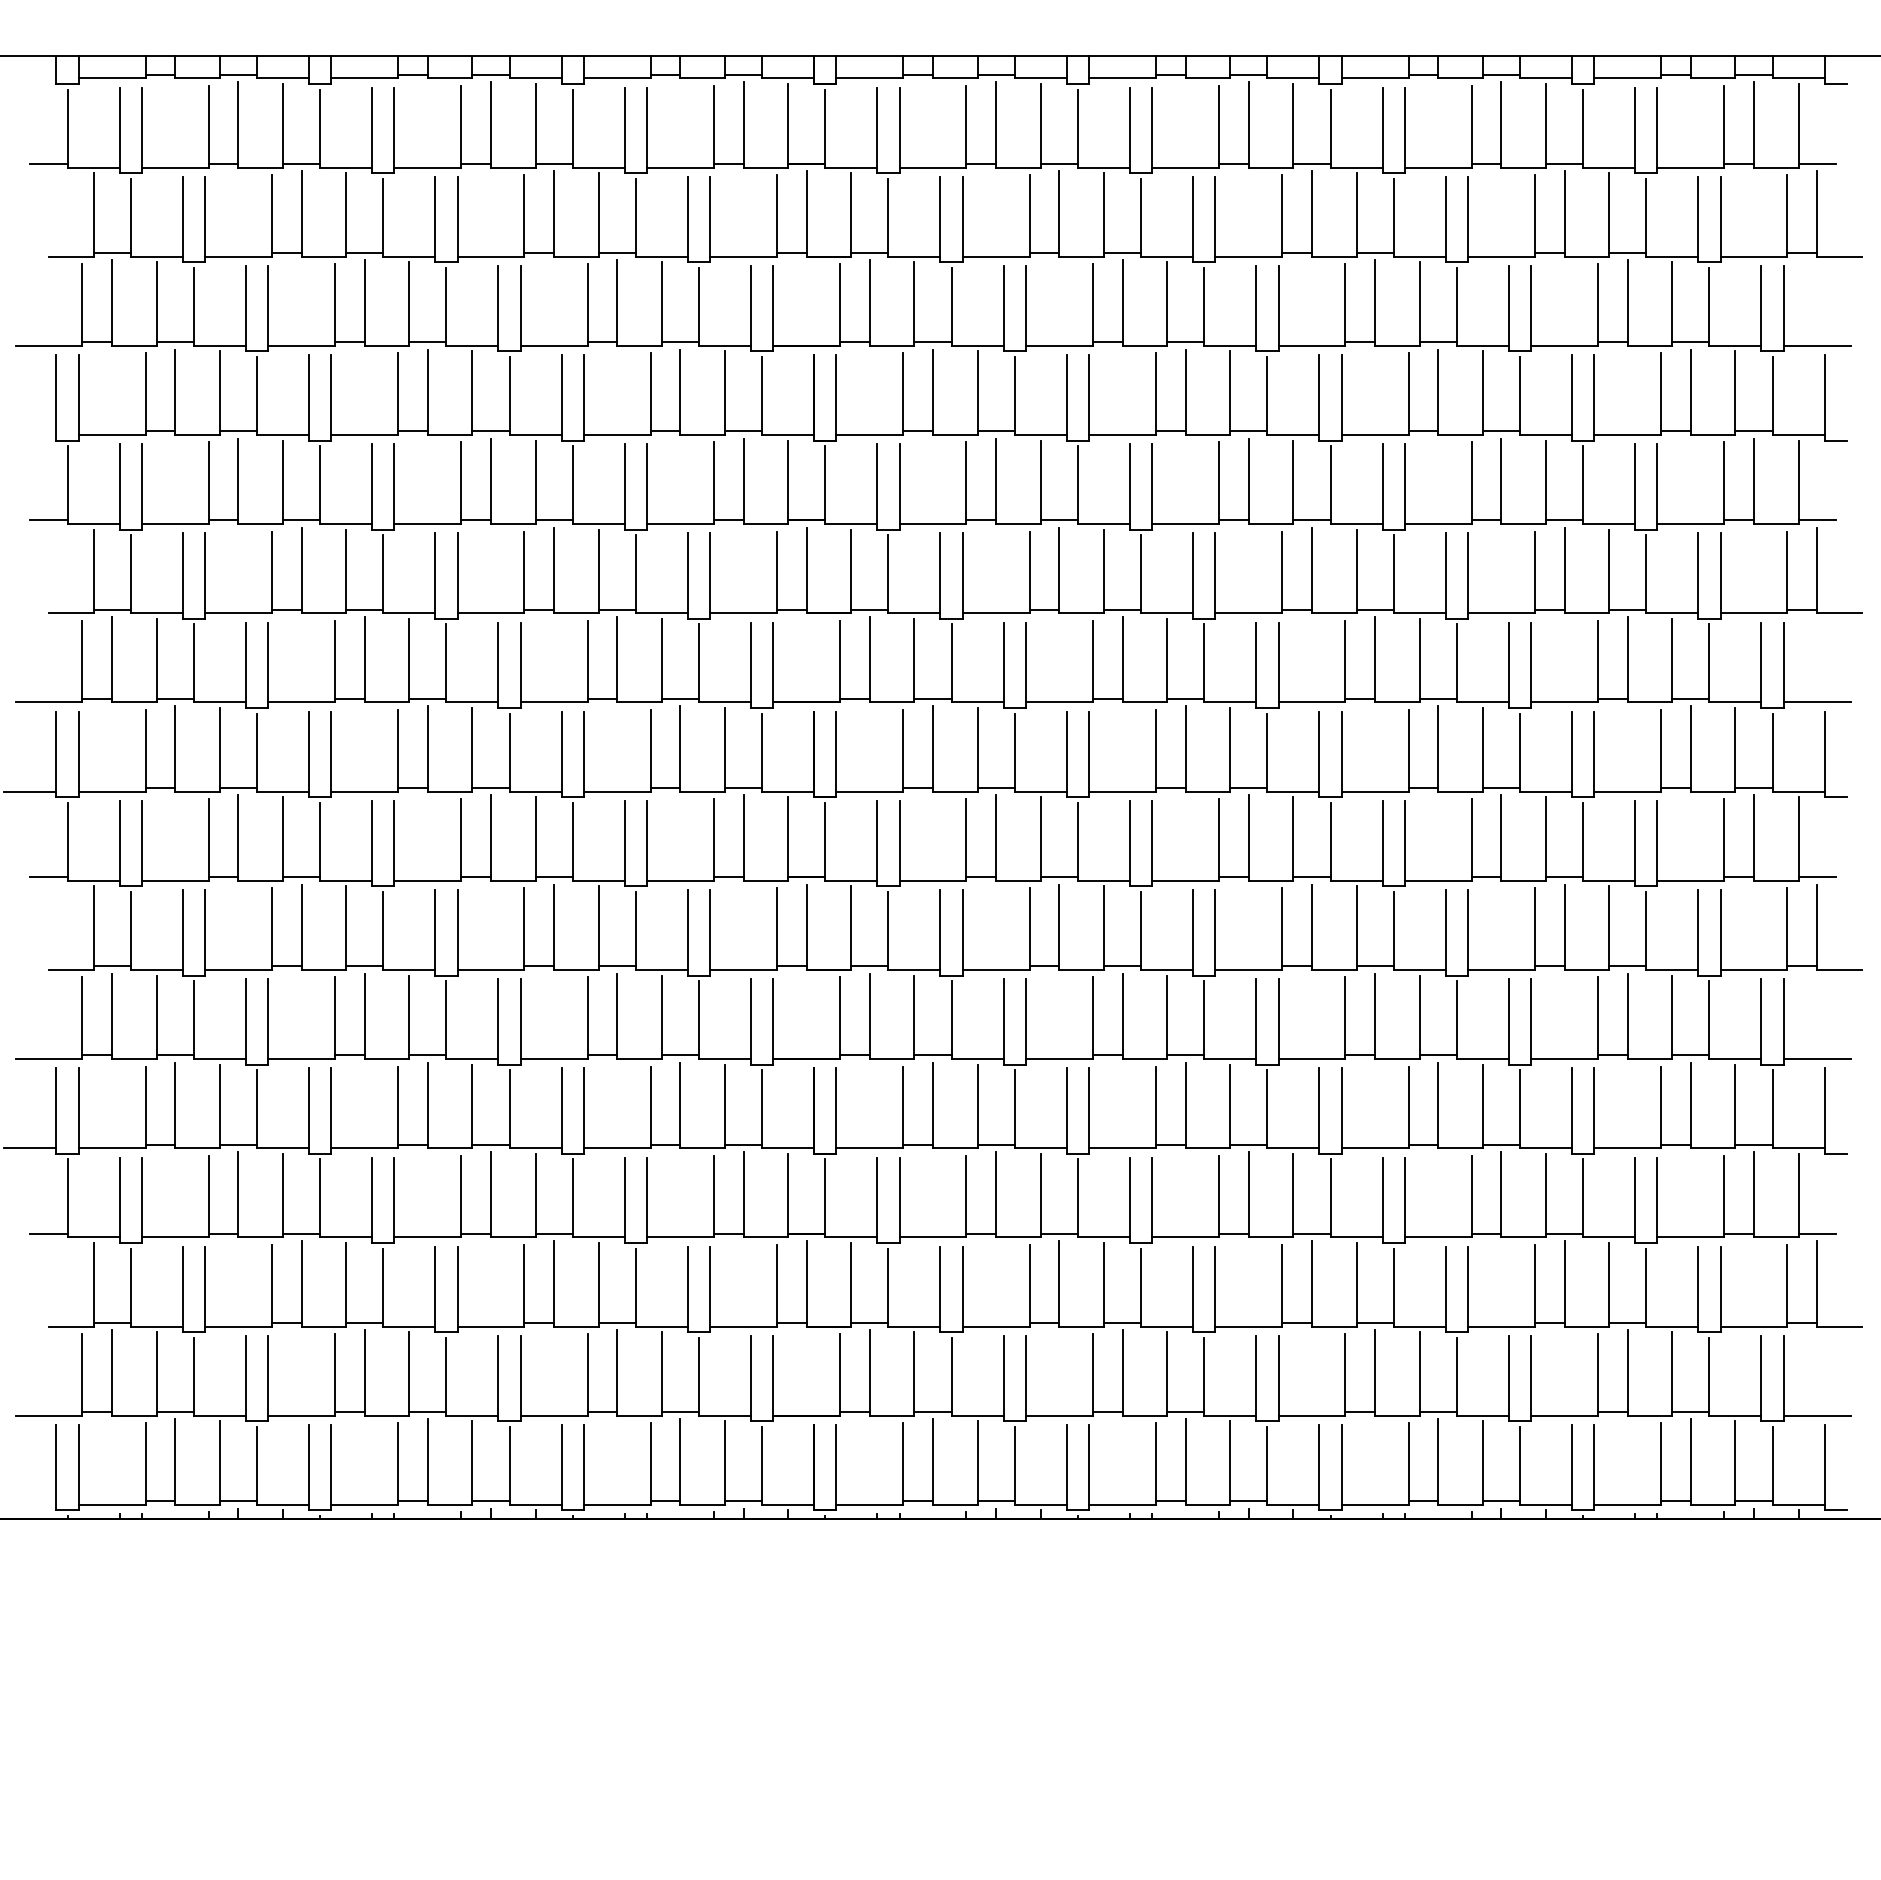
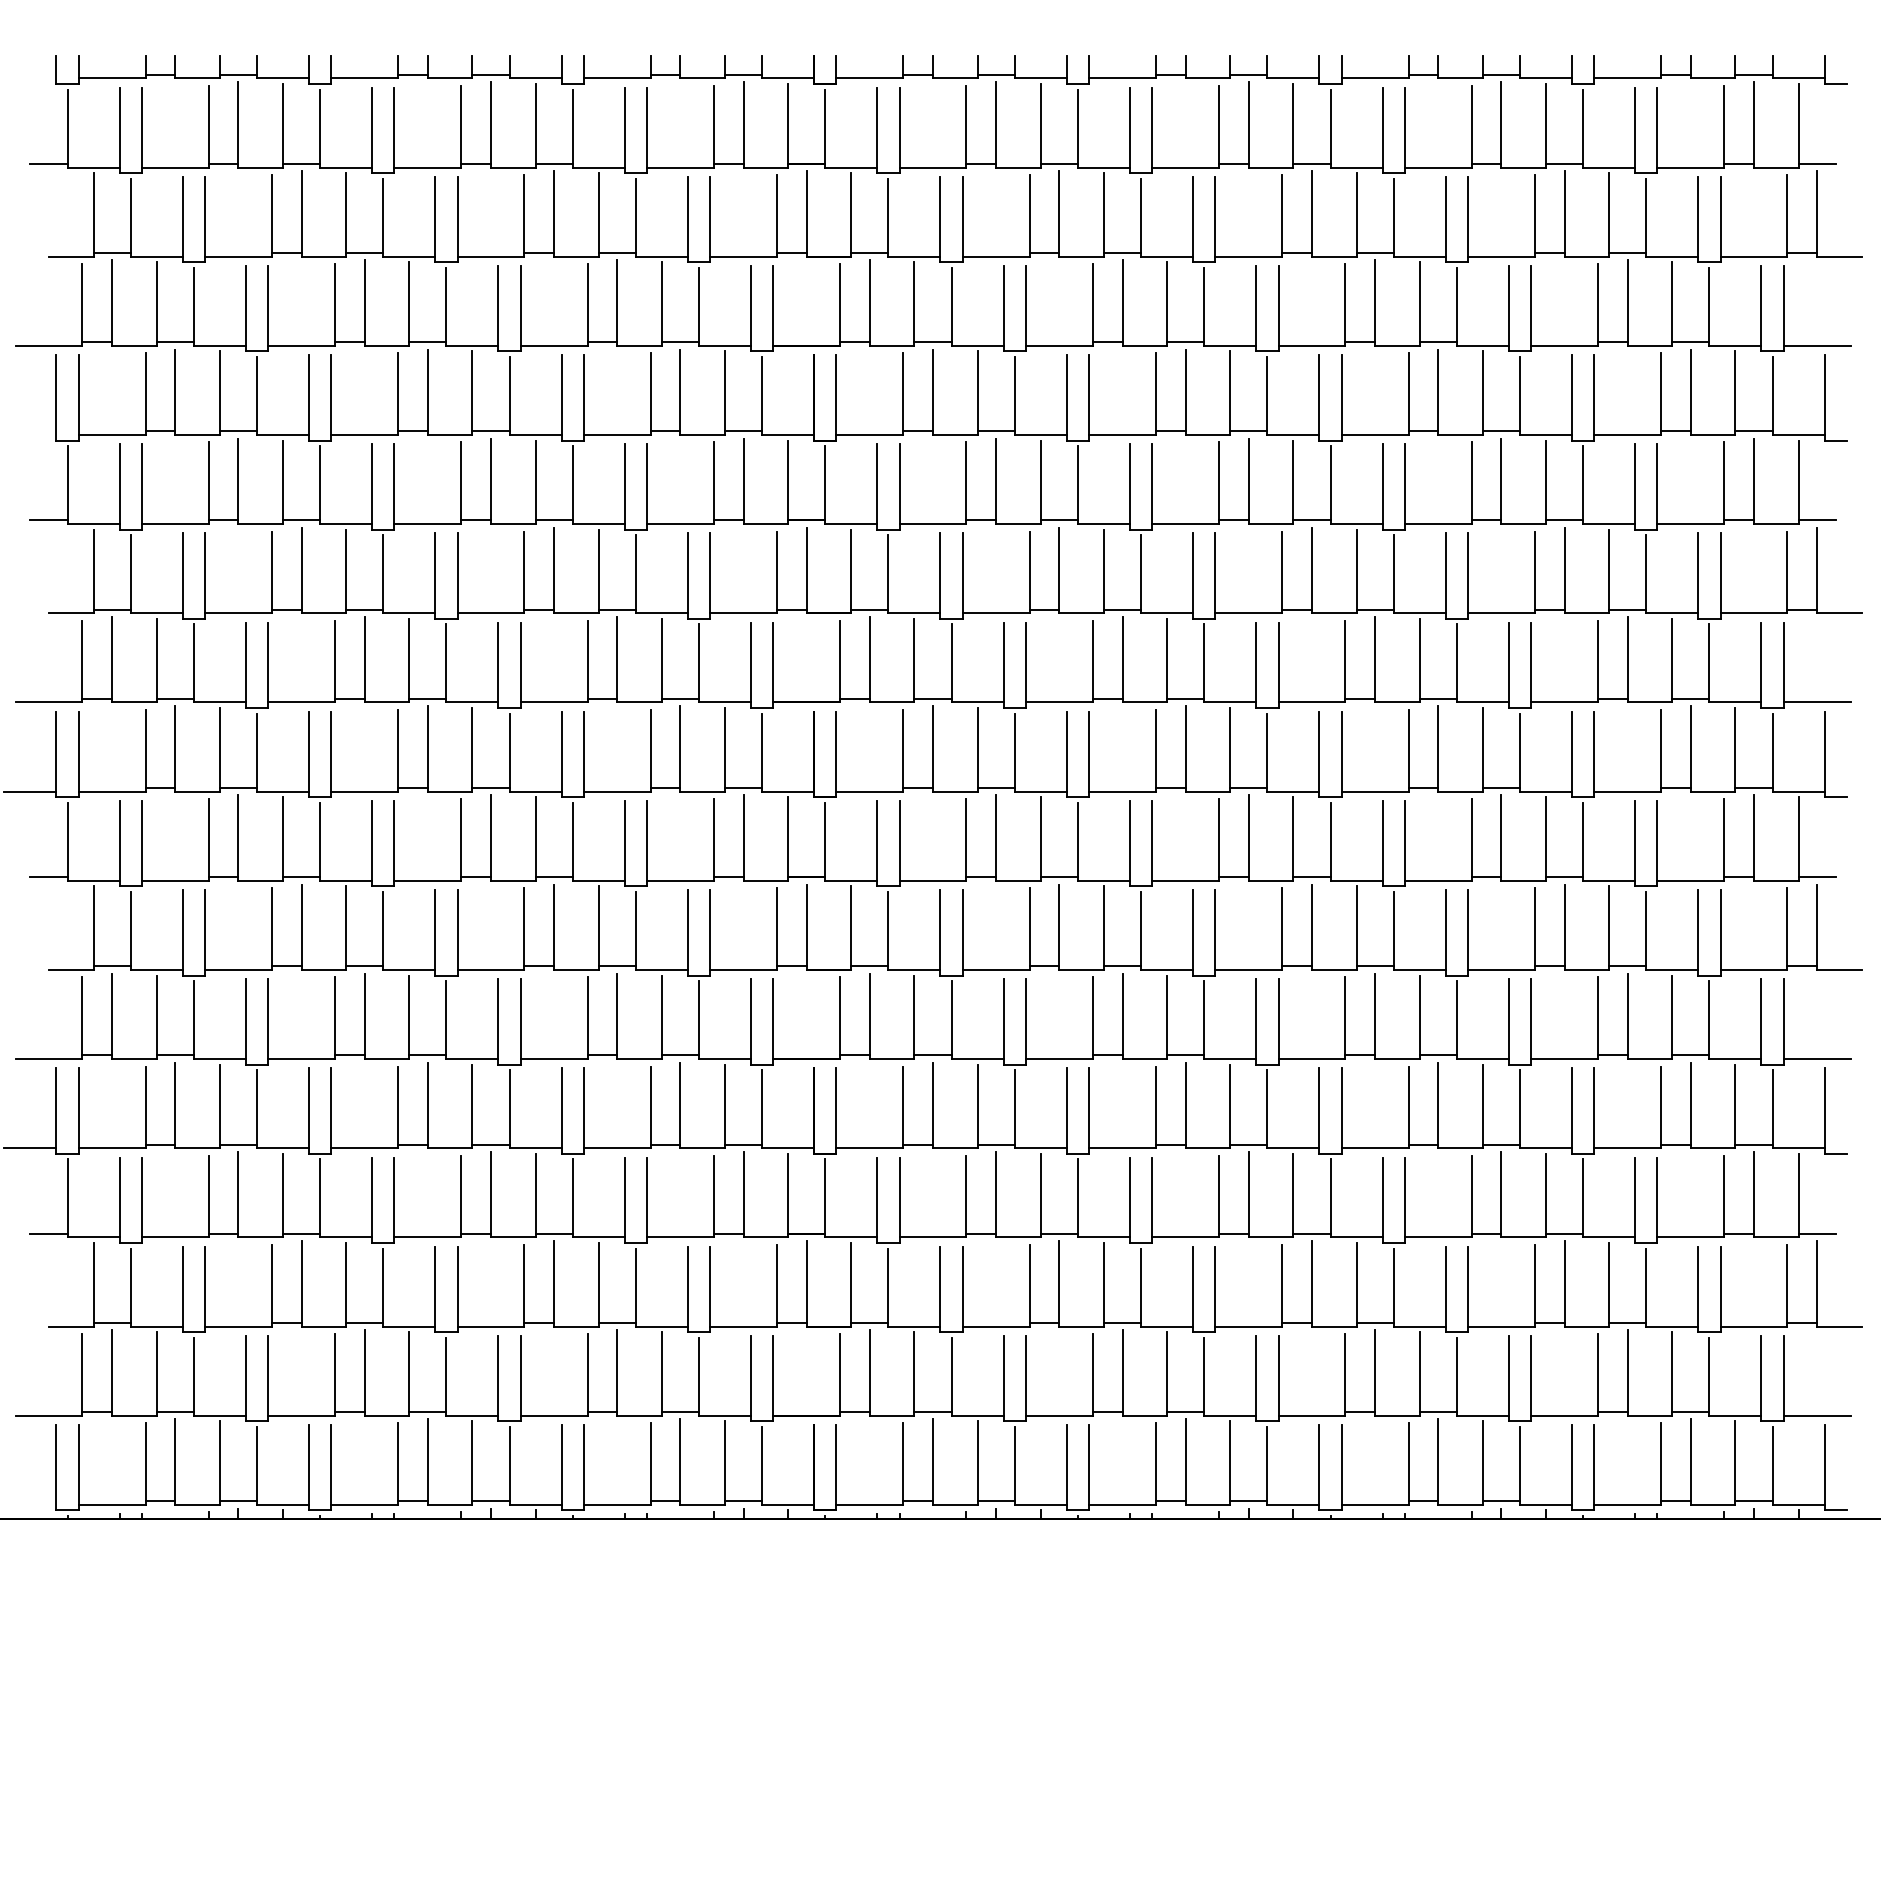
line at (939, 56): present -> none
